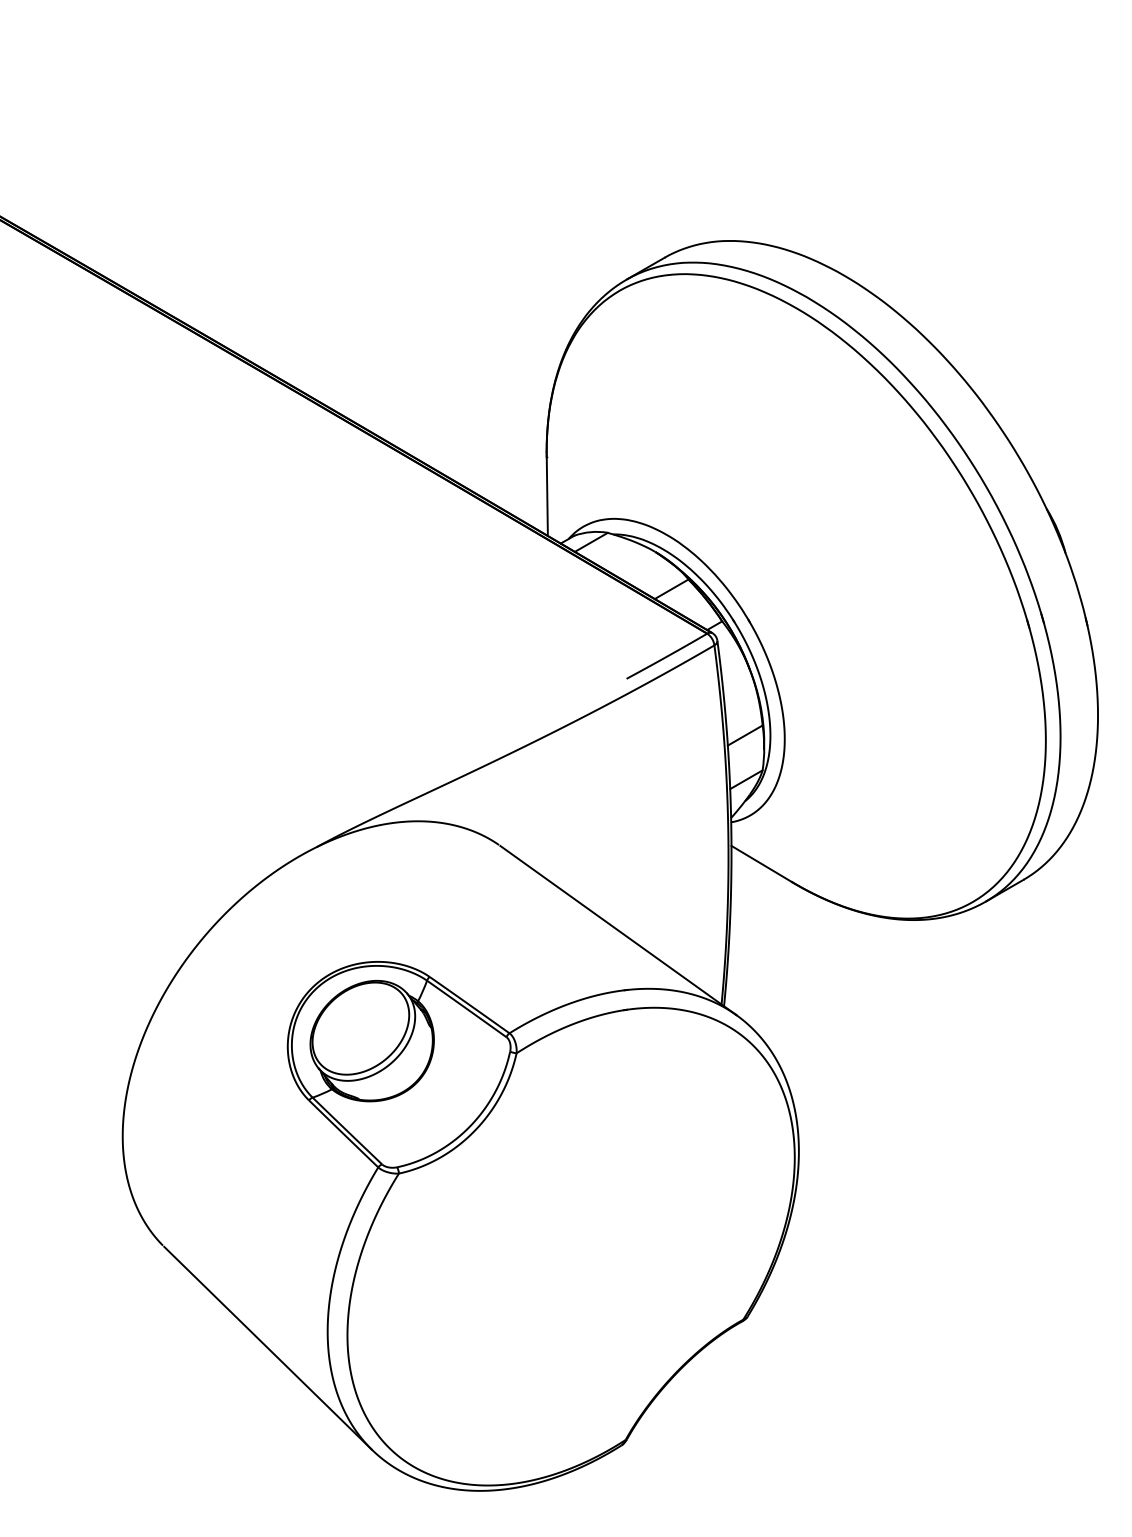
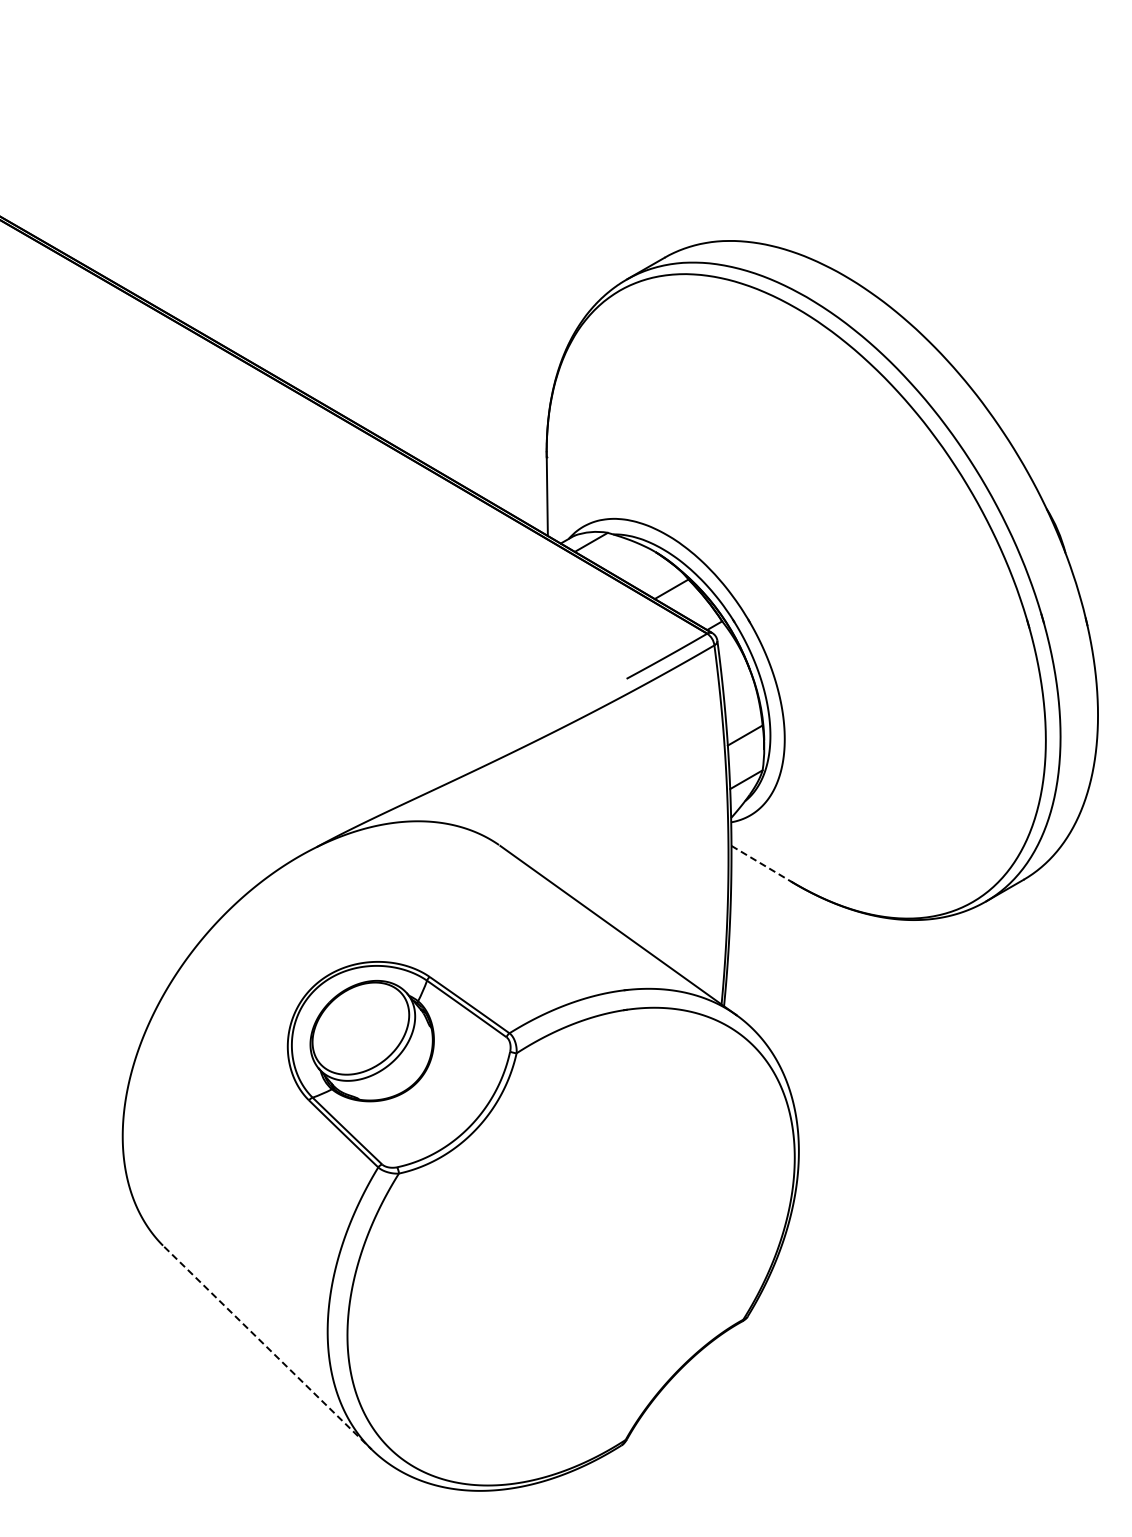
line at (762, 864): solid -> dashed
line at (268, 1348): solid -> dashed
